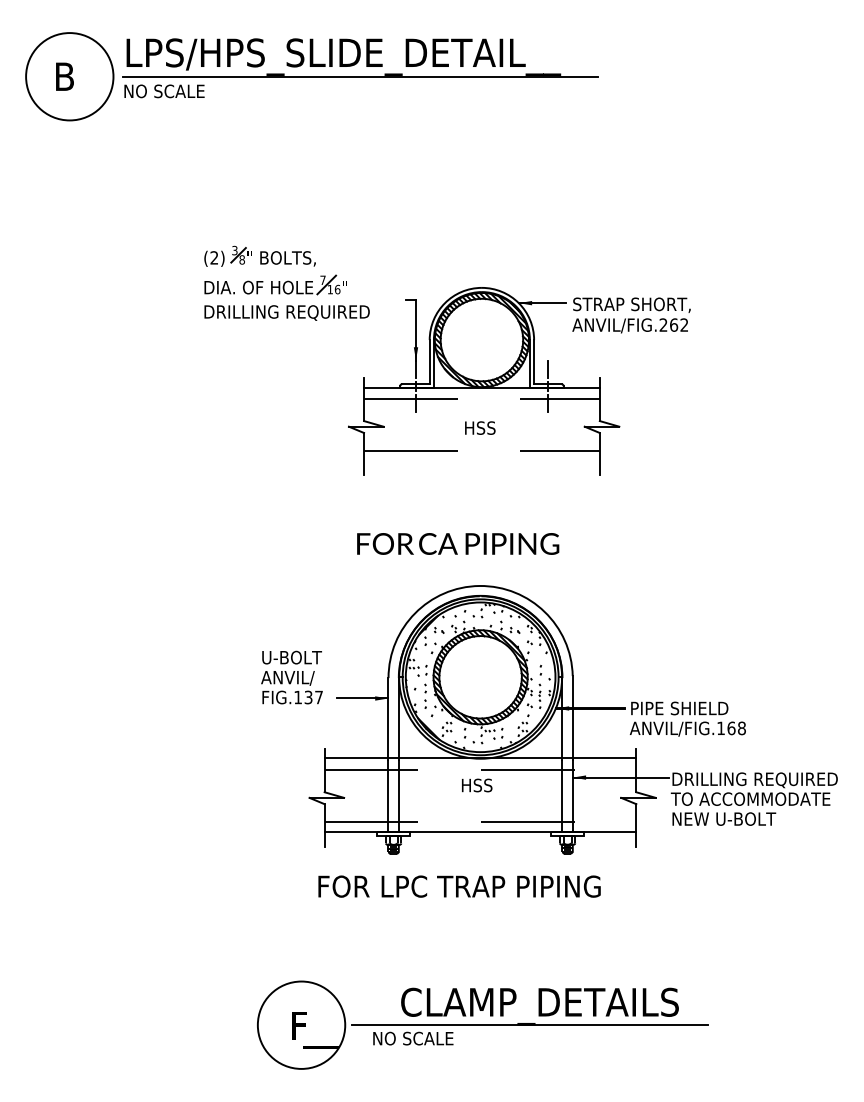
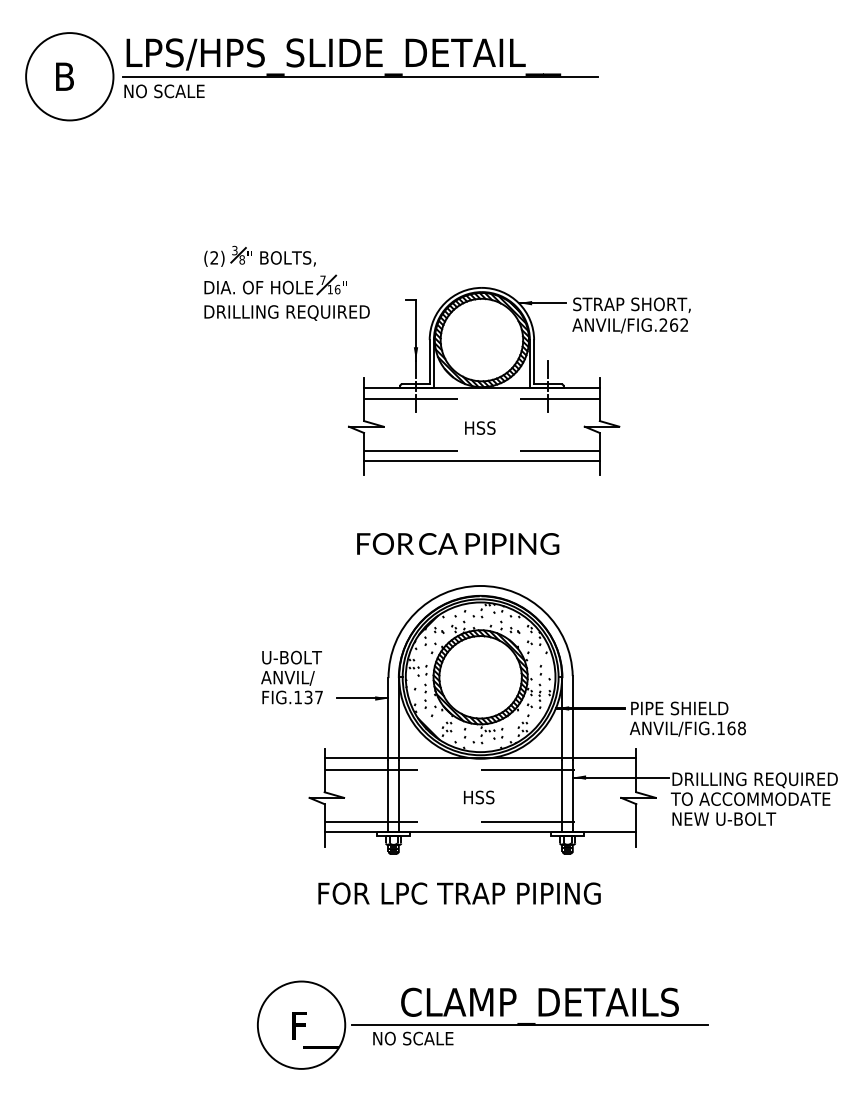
line at (481, 461): none -> present
text at (477, 785) position: (477, 785) -> (479, 797)
text at (459, 886) position: (459, 886) -> (459, 893)
